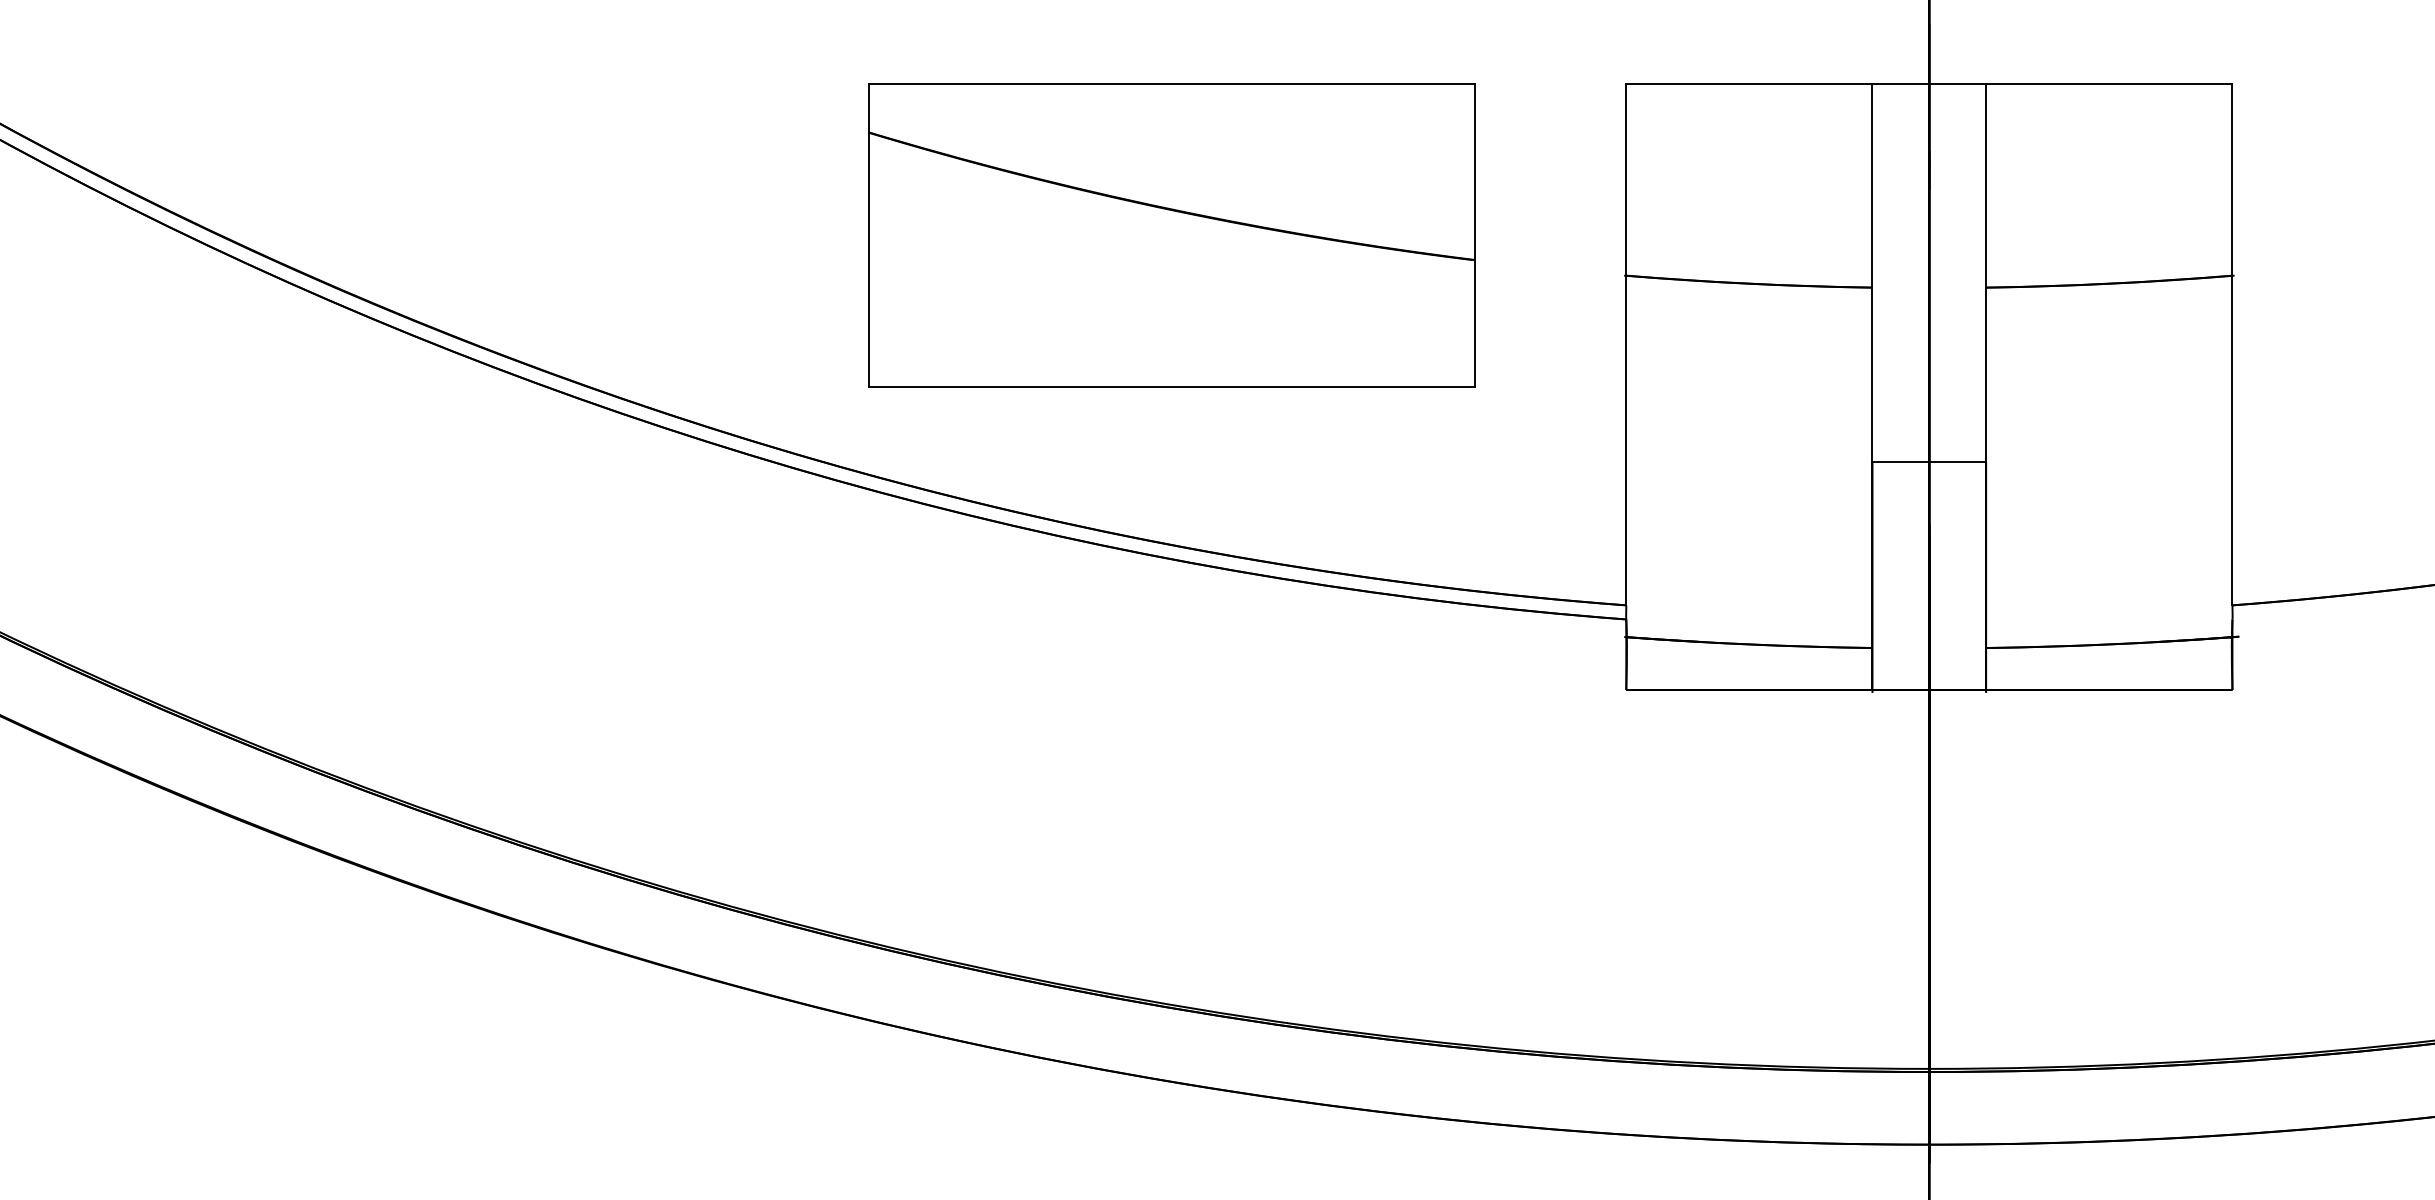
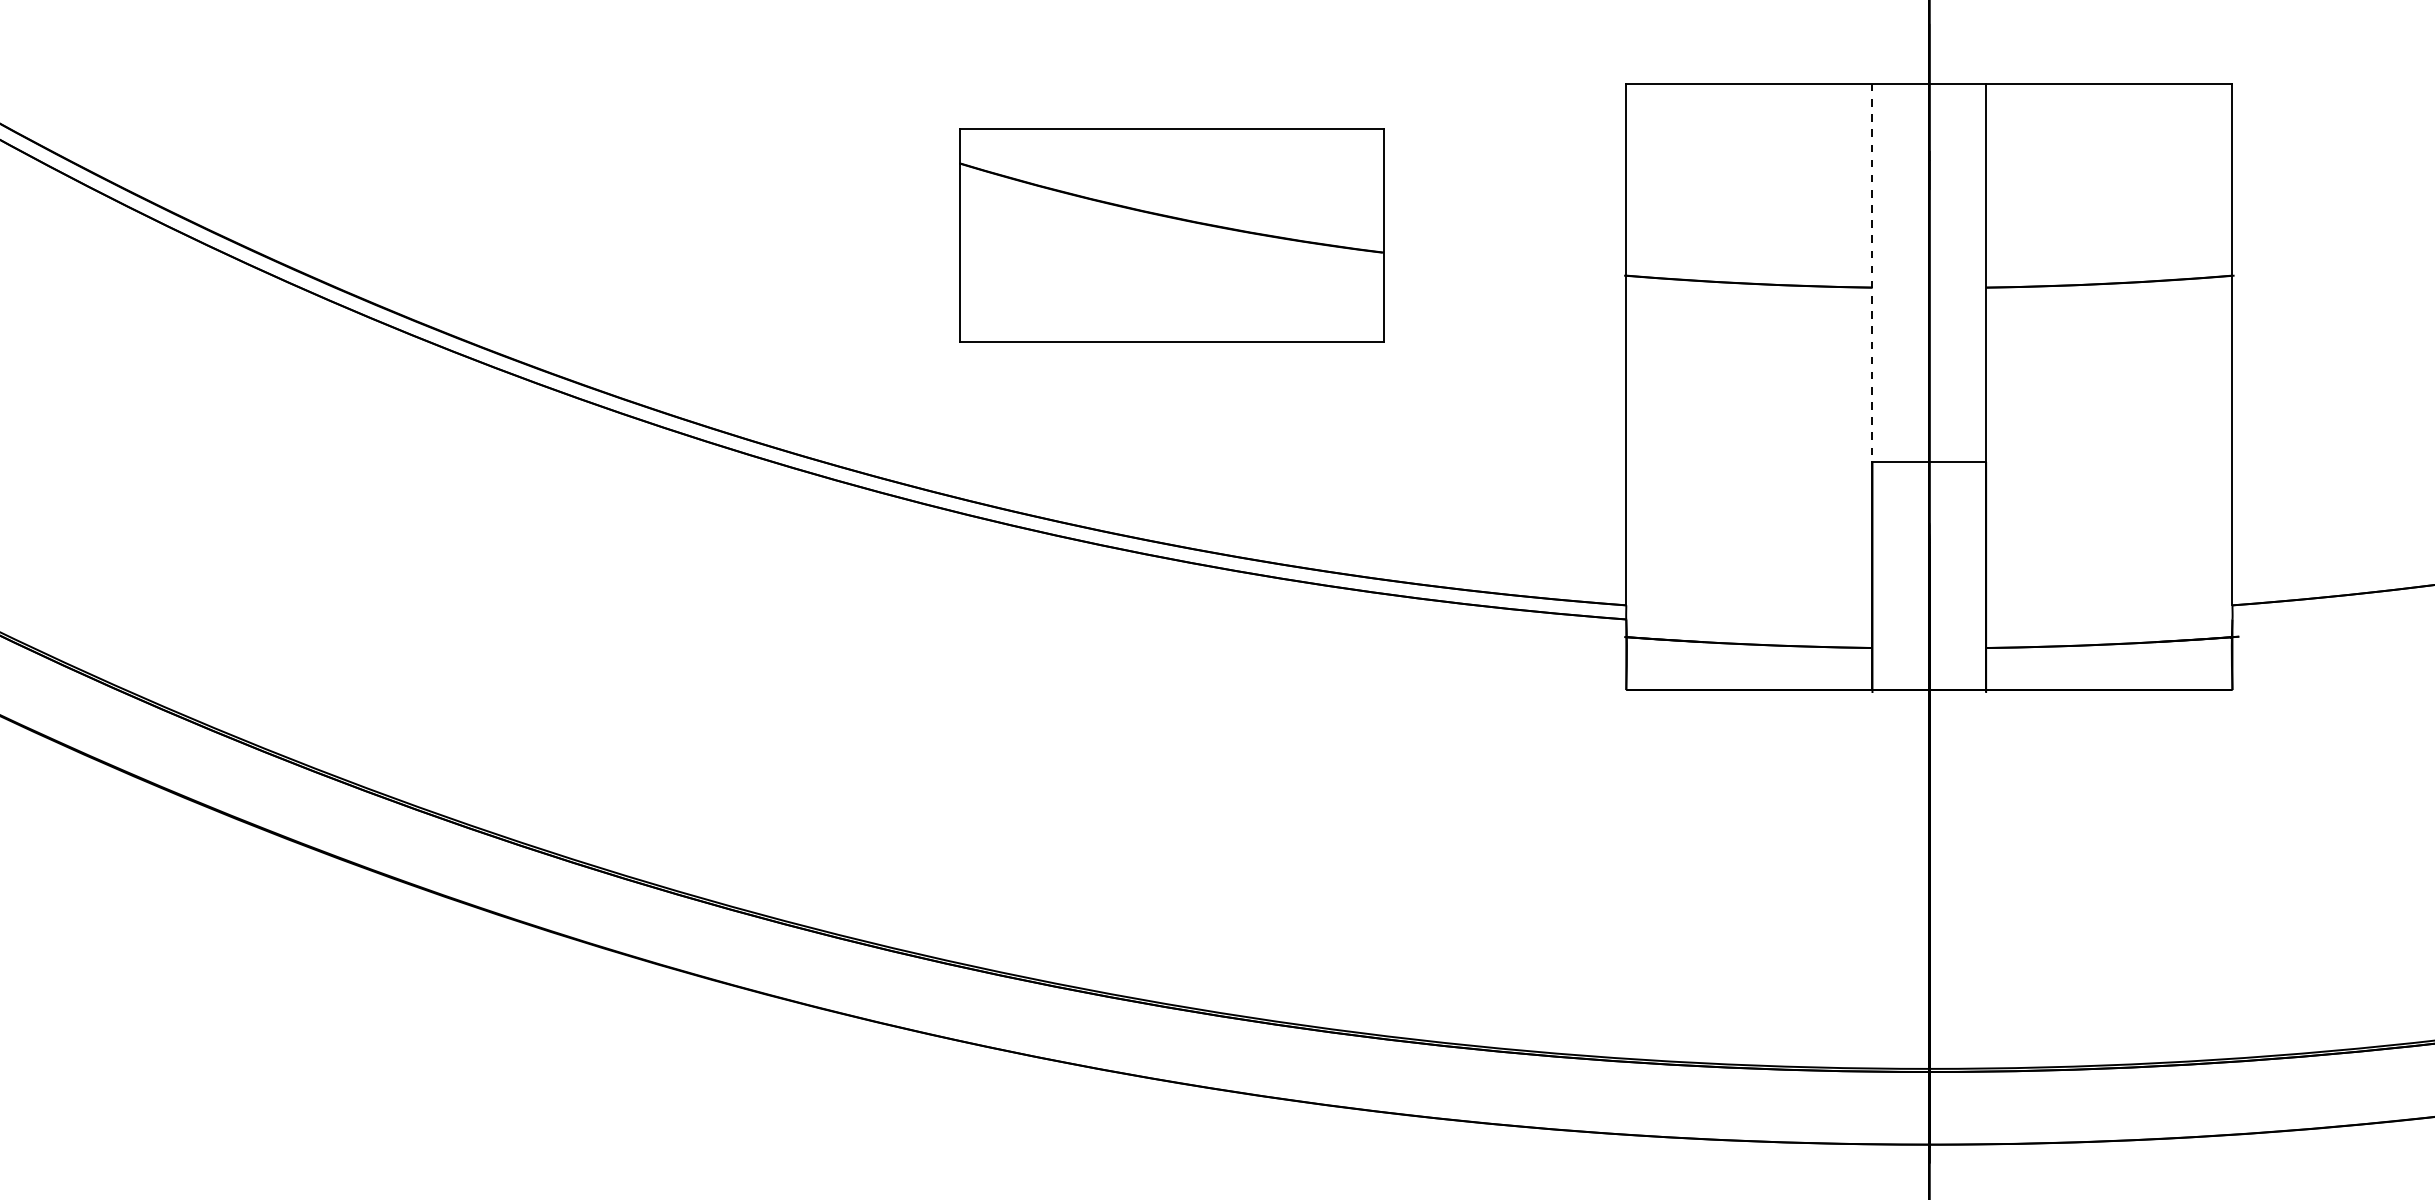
part at (1171, 235) size: 608x305 px -> 426x215 px
line at (1872, 273): solid -> dashed
